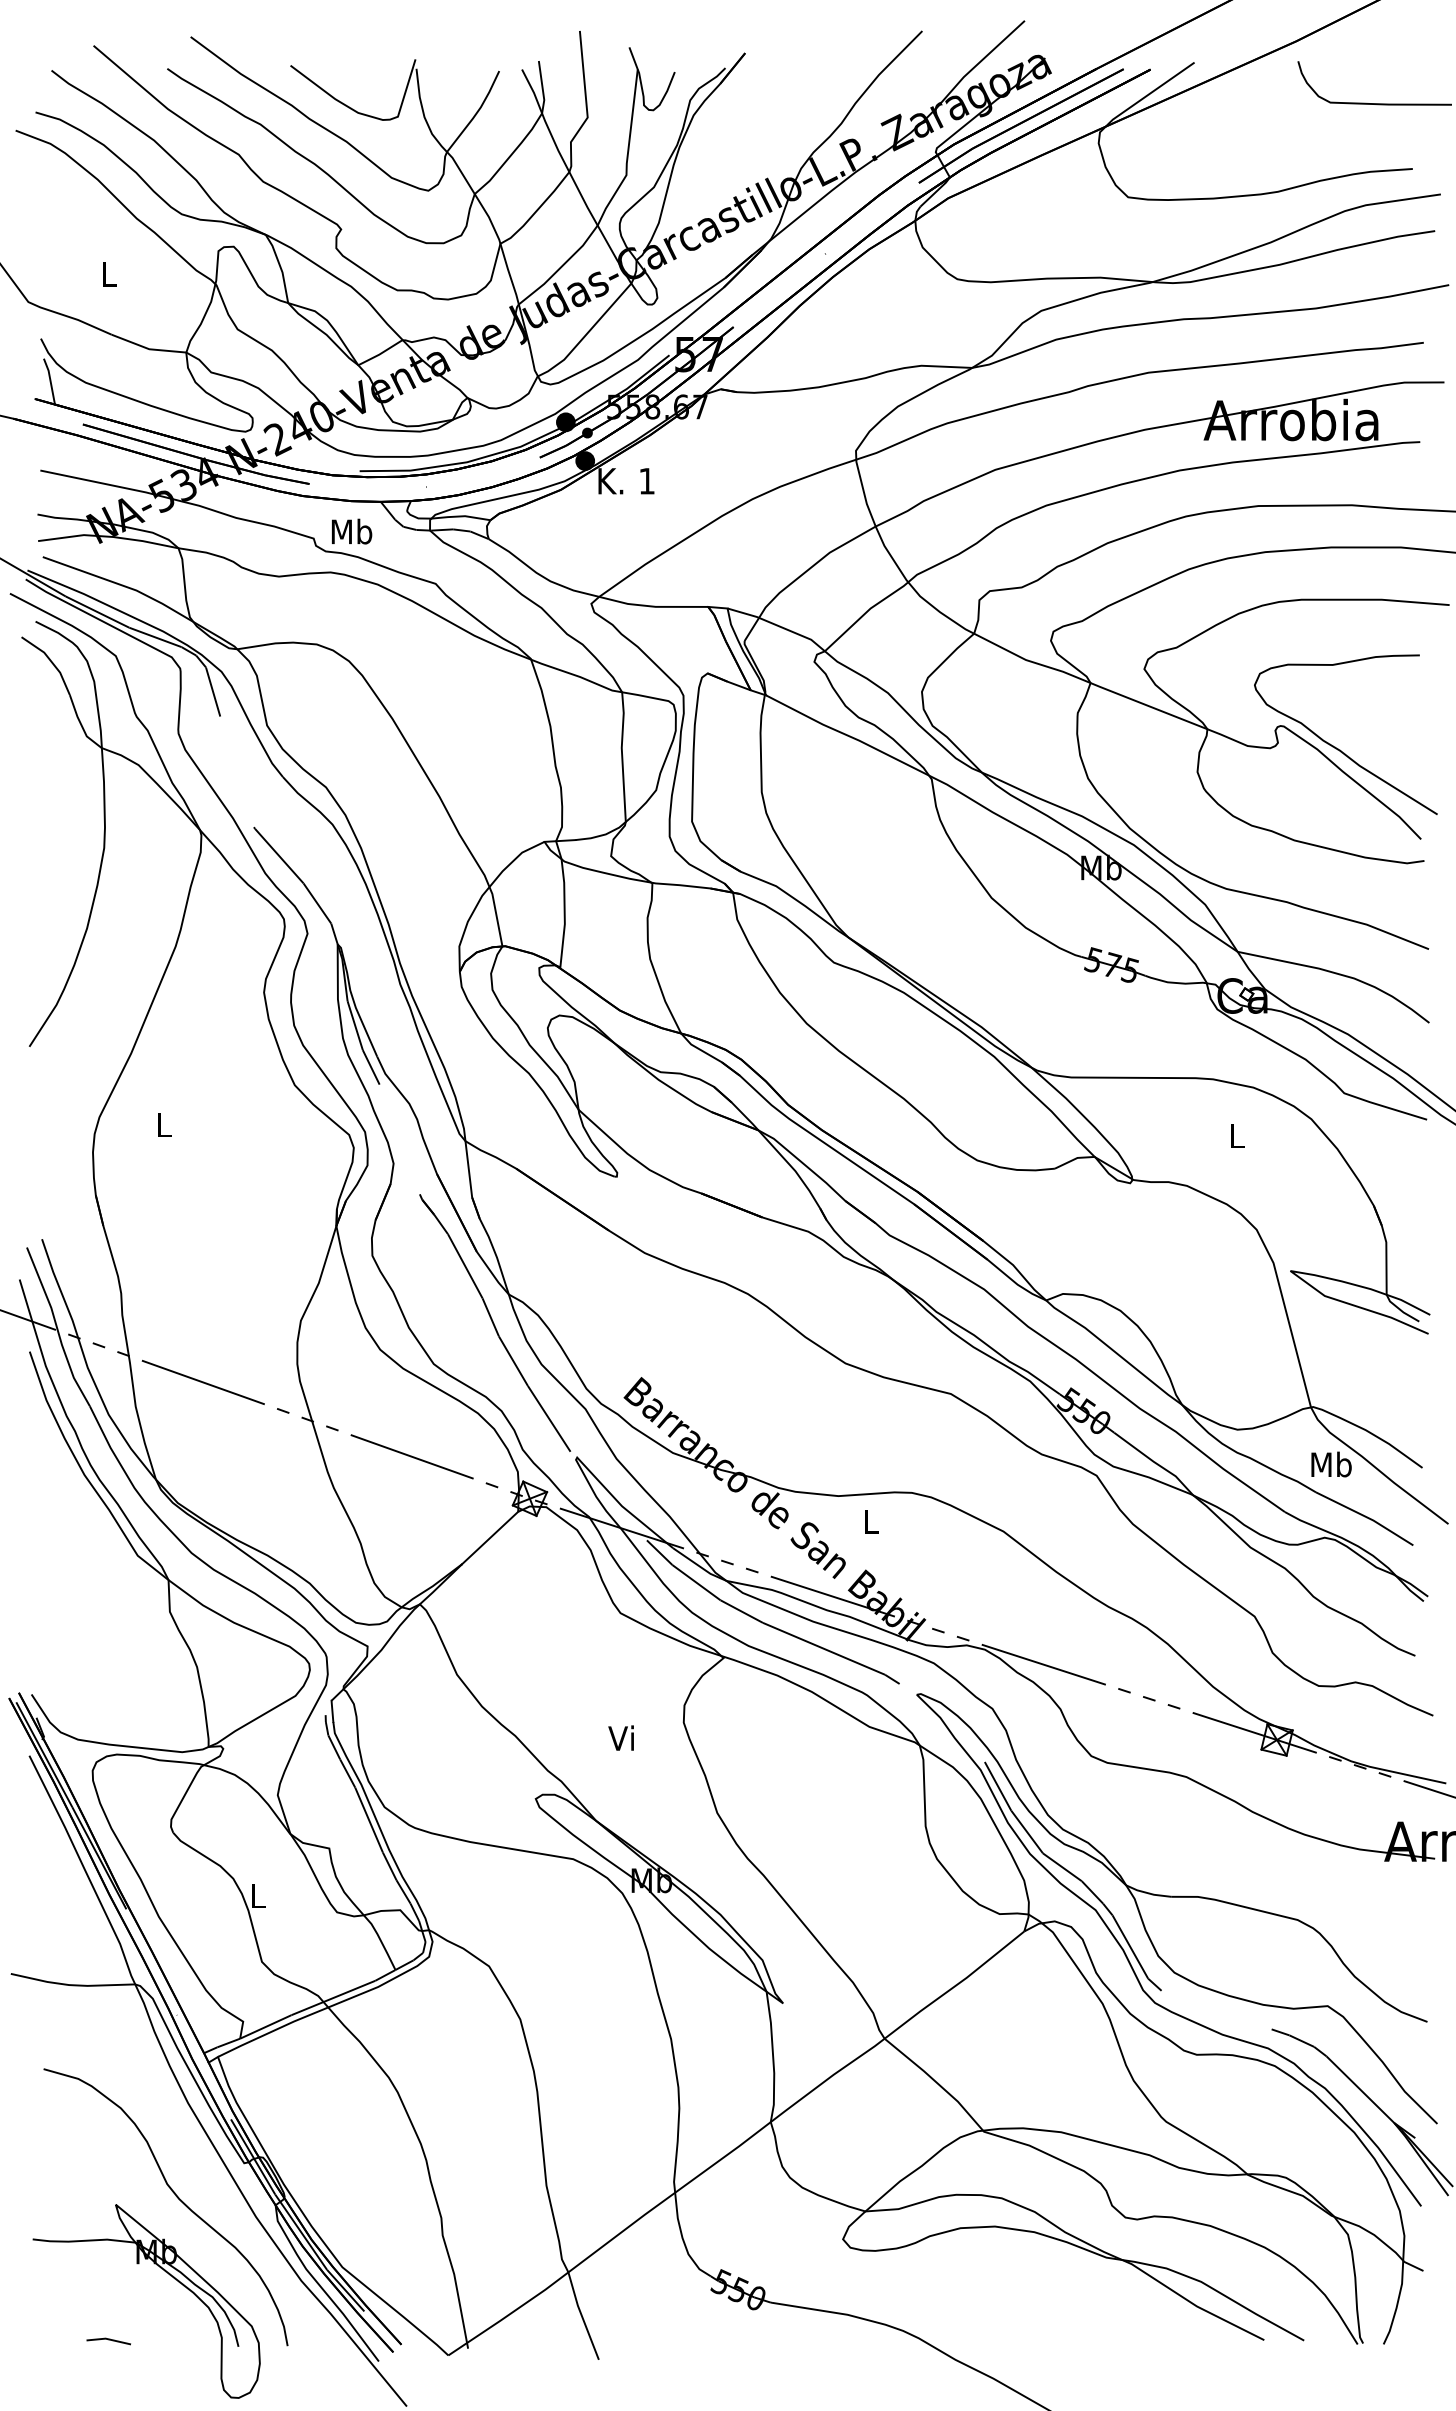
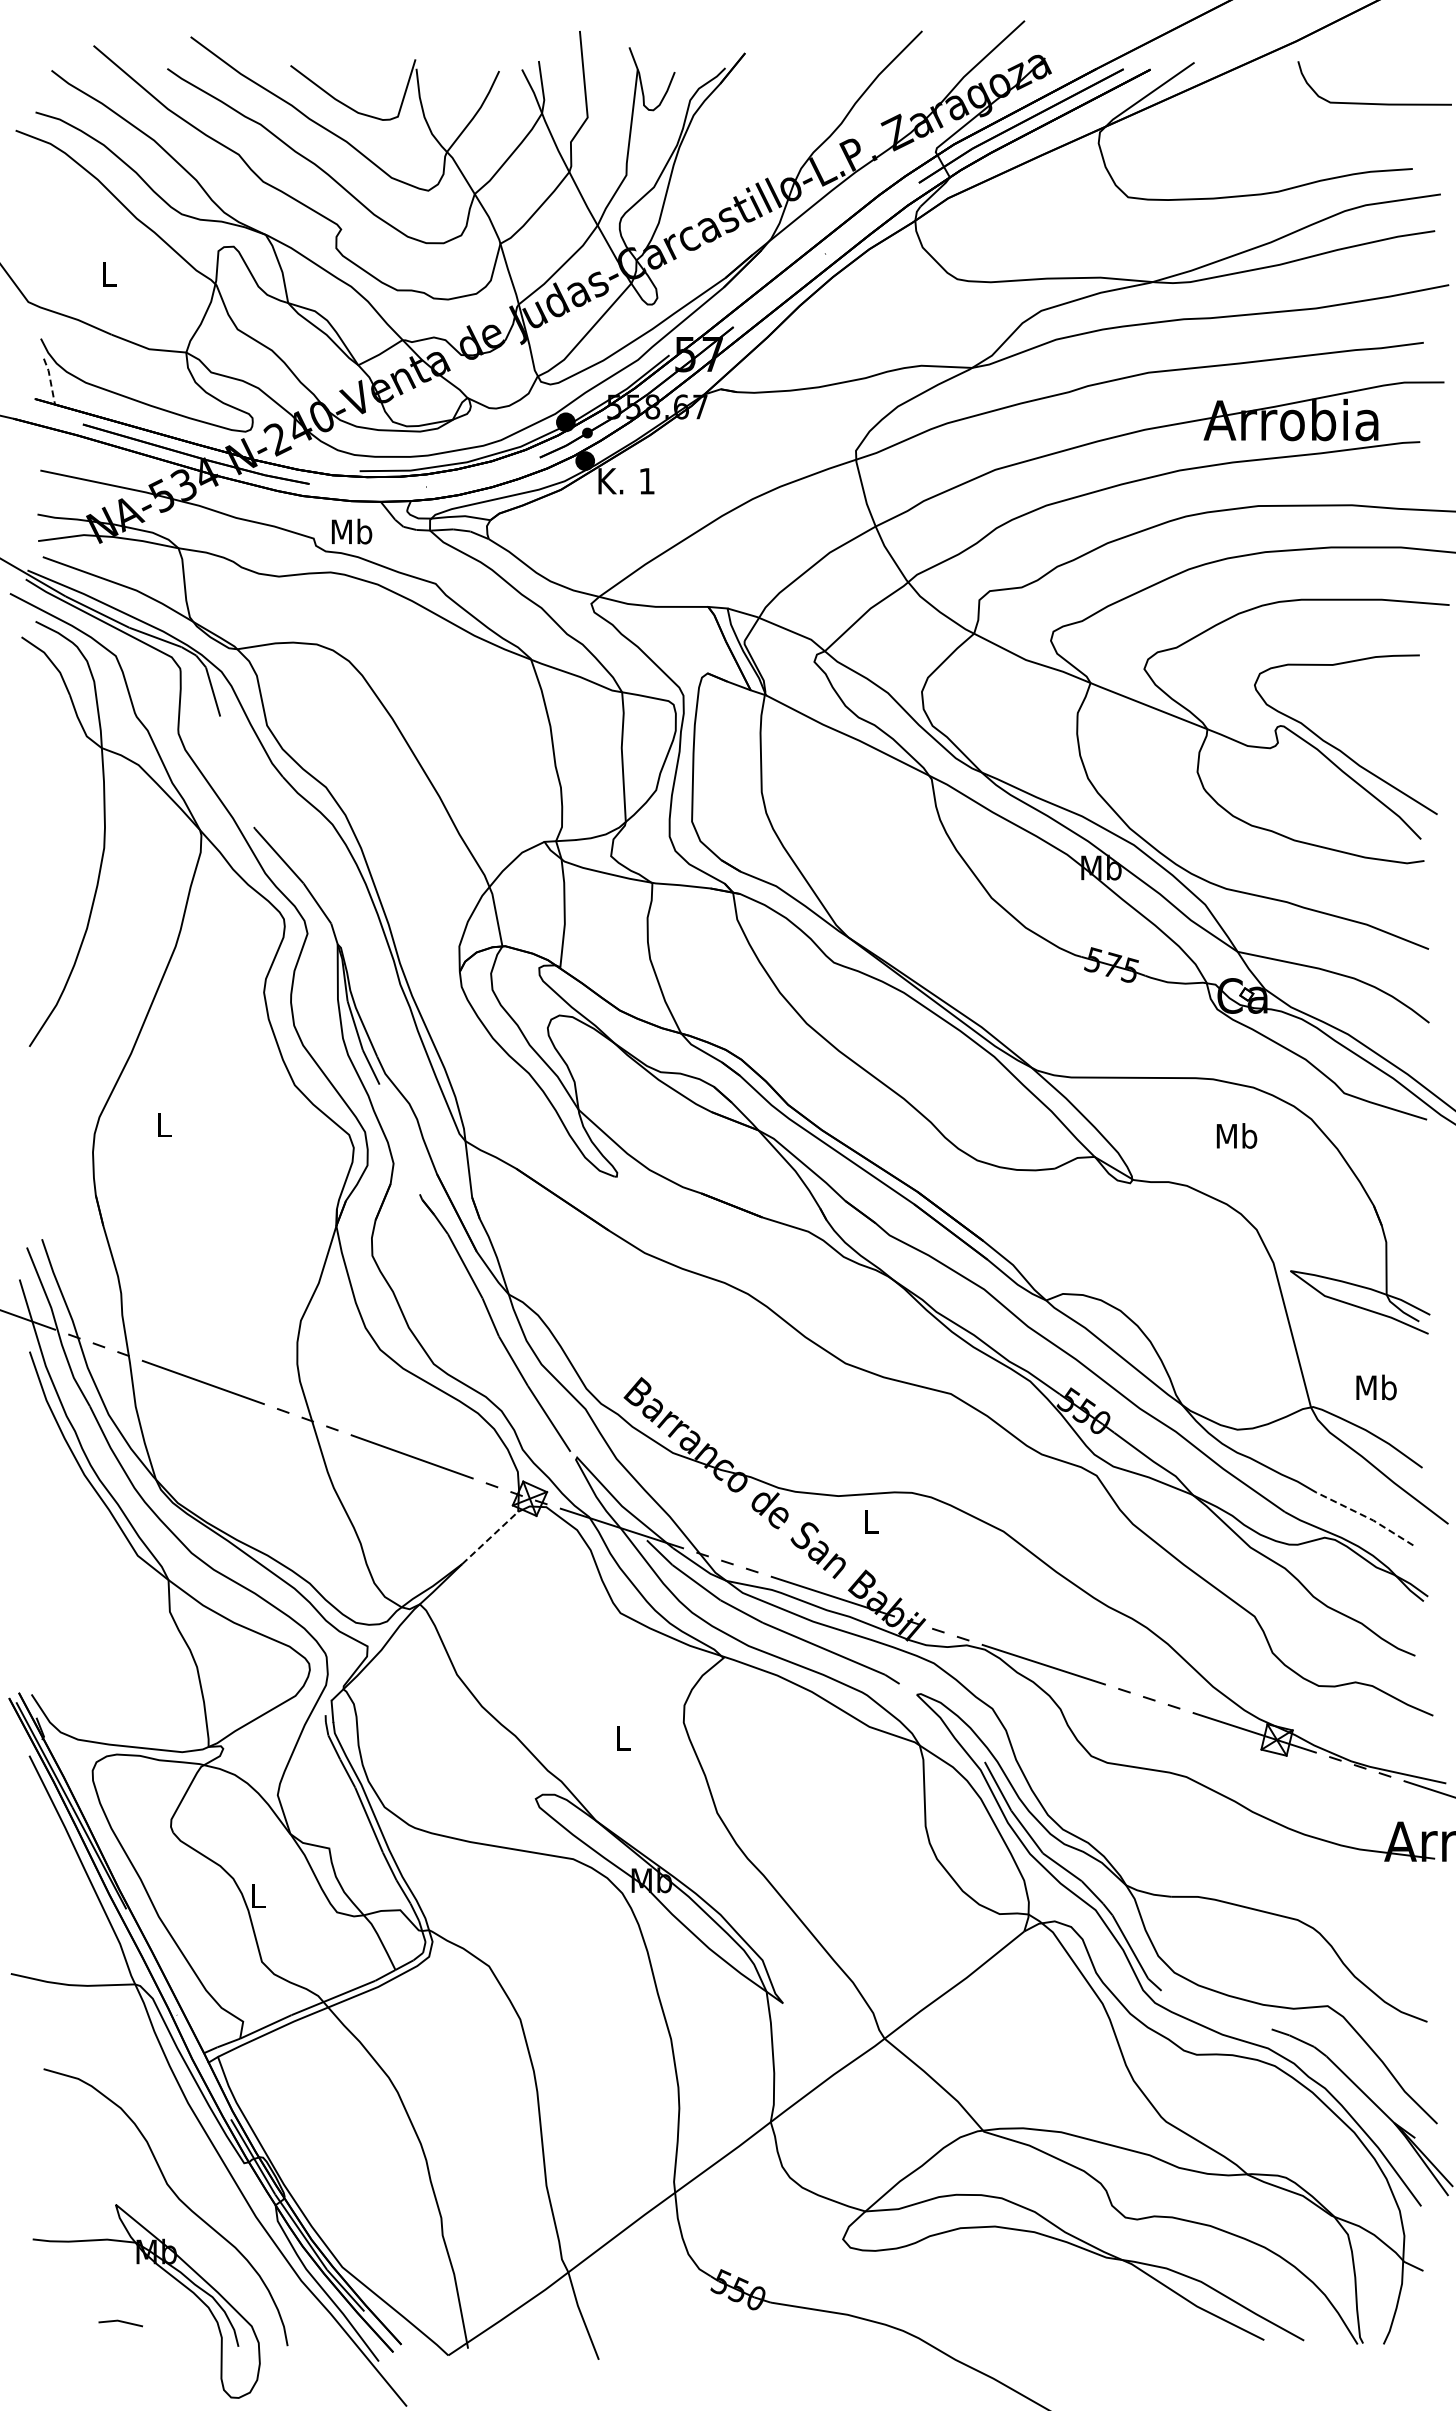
line at (50, 381): solid -> dashed
text at (1236, 1135): L -> Mb
text at (1331, 1464) position: (1331, 1464) -> (1376, 1387)
line at (1365, 1516): solid -> dashed
line at (490, 1537): solid -> dashed
text at (620, 1737): Vi -> L
line at (108, 2340) position: (108, 2340) -> (120, 2322)
